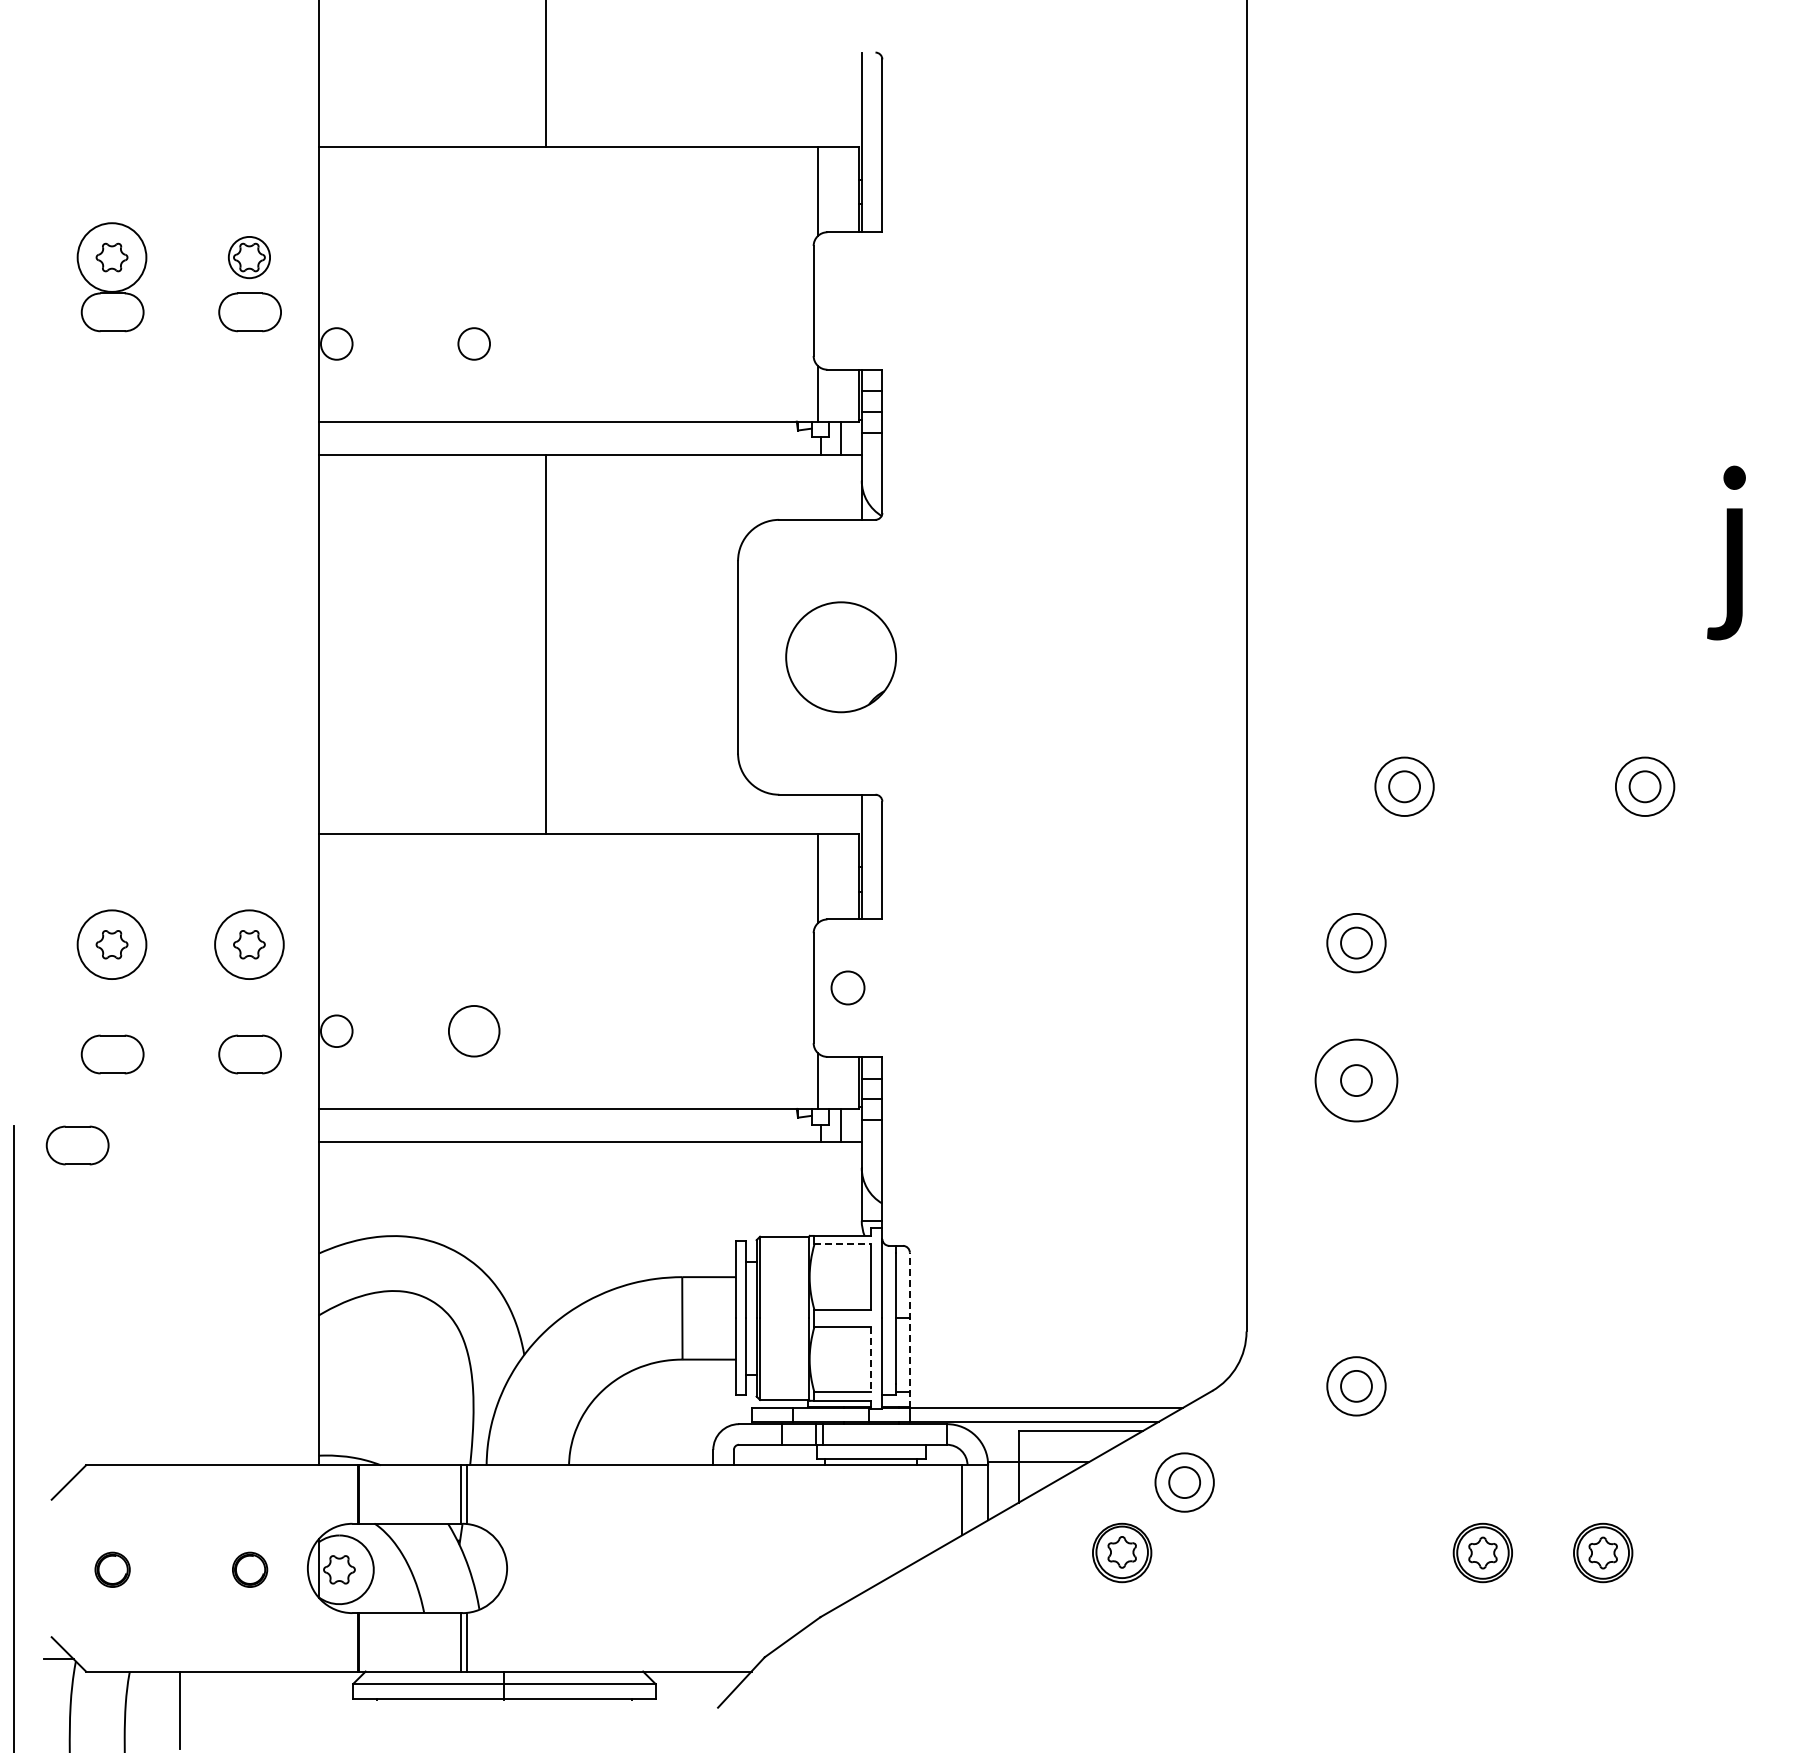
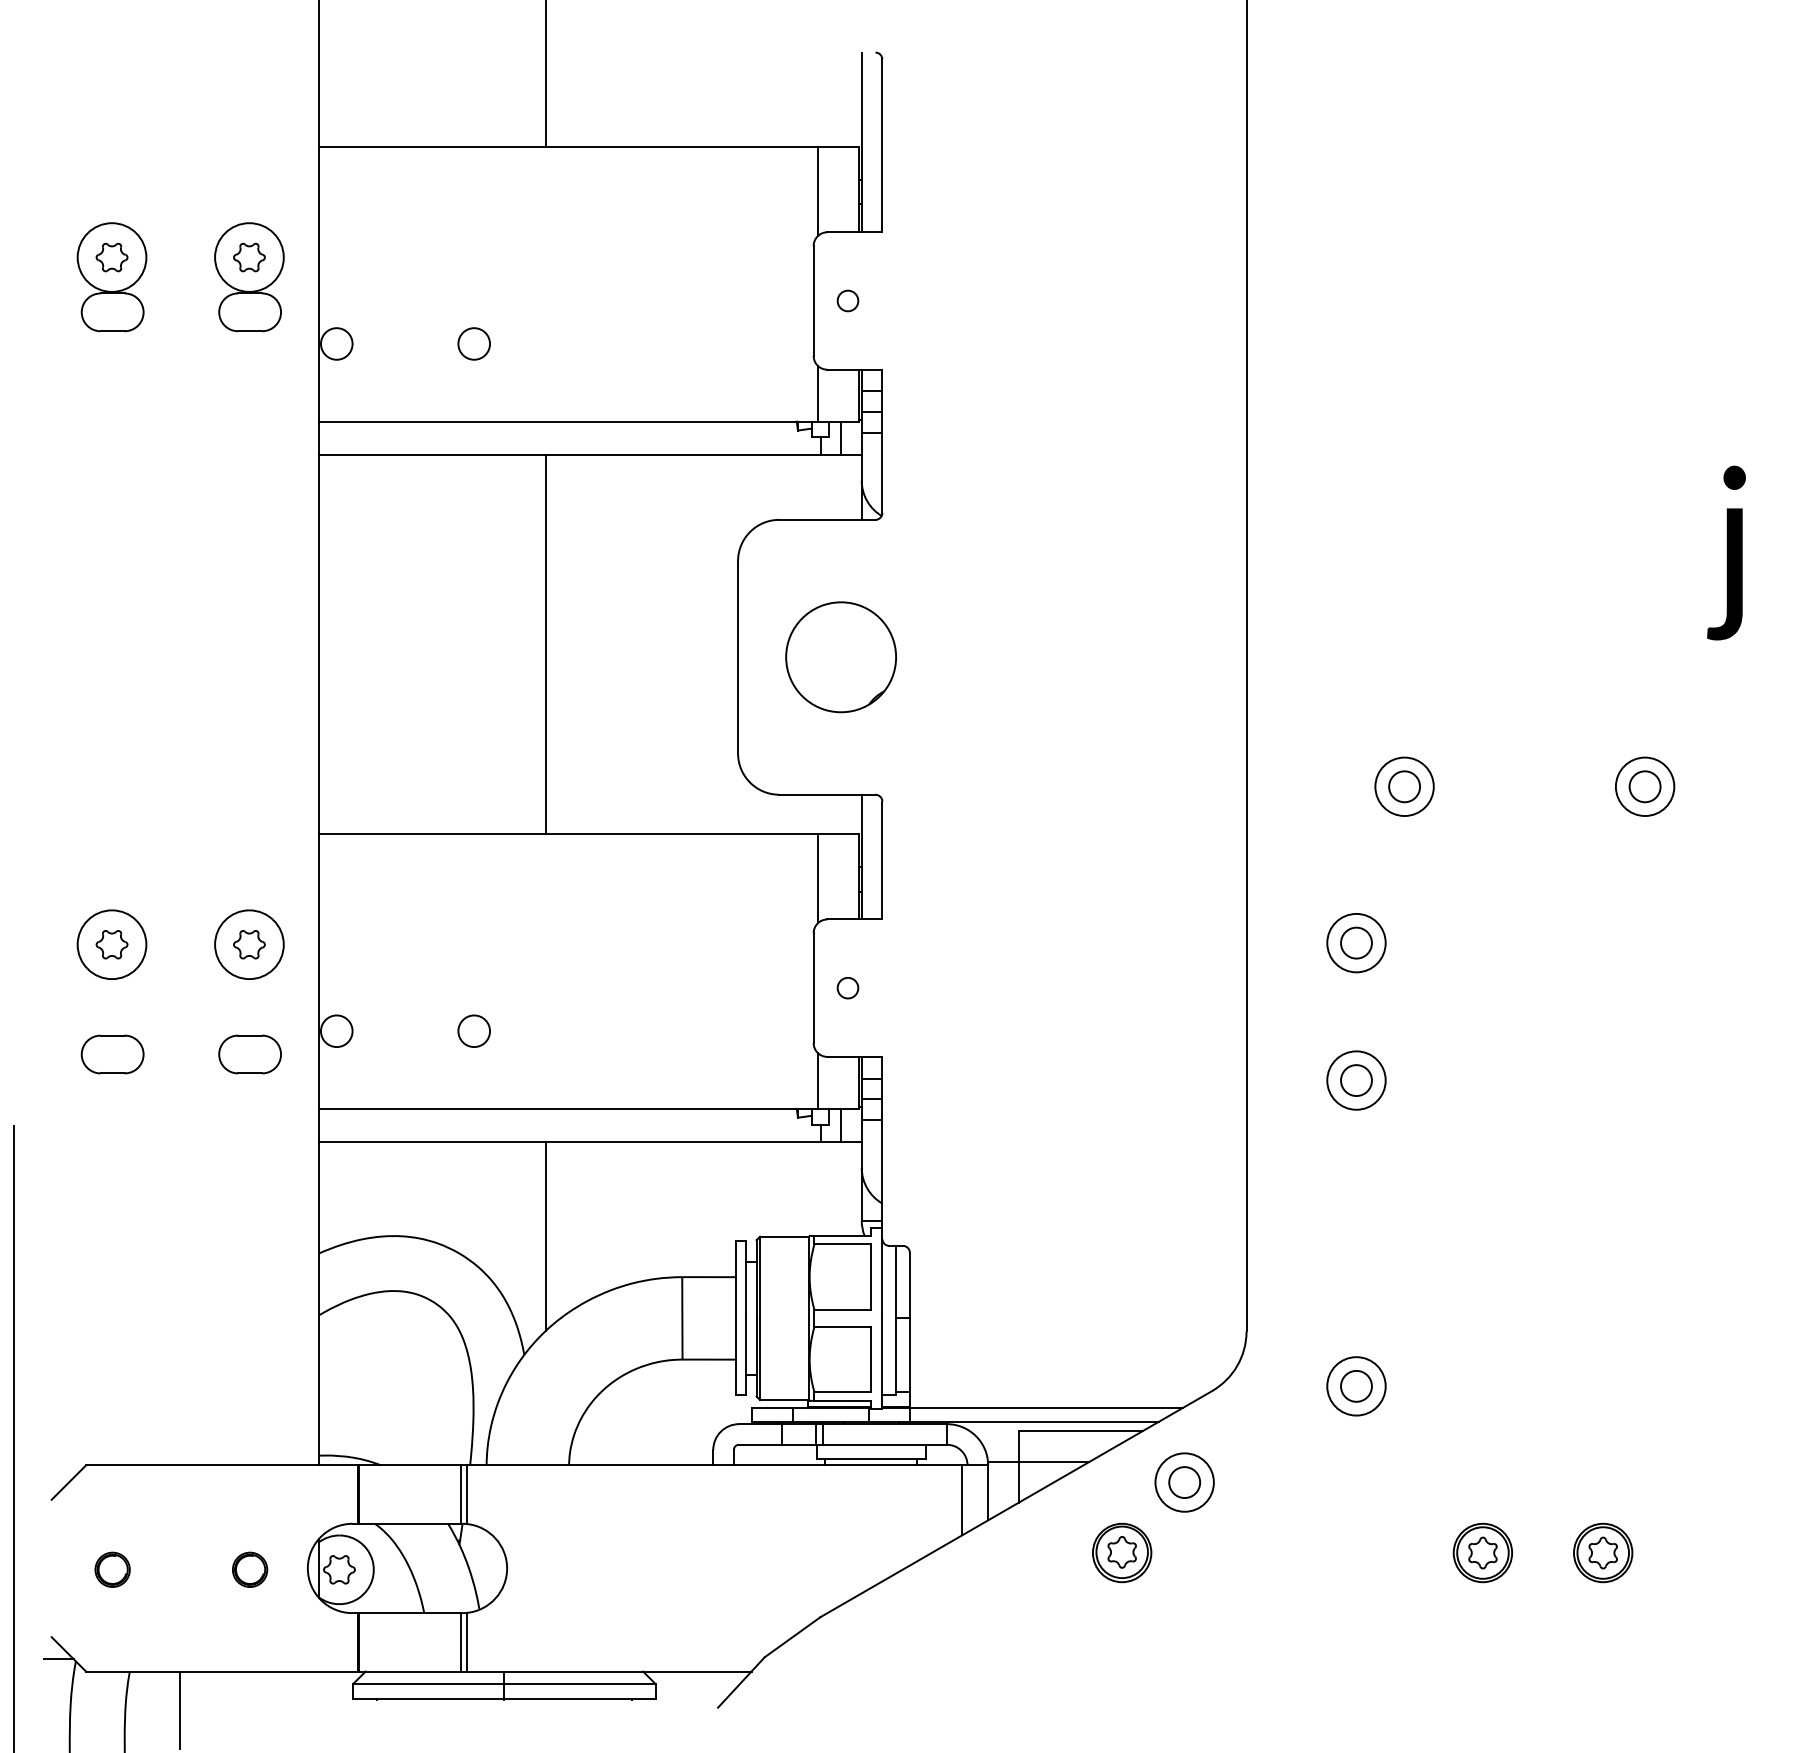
circle at (249, 257) diameter: 41 px -> 69 px
circle at (847, 300): none -> present
circle at (847, 987) size: 36x36 px -> 24x23 px
circle at (473, 1030) diameter: 51 px -> 32 px
circle at (1356, 1080) diameter: 82 px -> 58 px
part at (77, 1145): present -> none
line at (545, 1236): none -> present
line at (843, 1244): dashed -> solid
line at (909, 1330): dashed -> solid
line at (871, 1359): dashed -> solid
